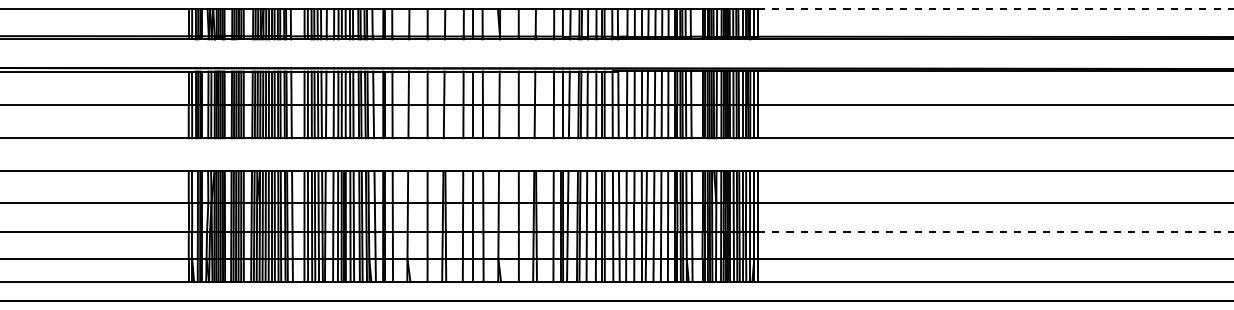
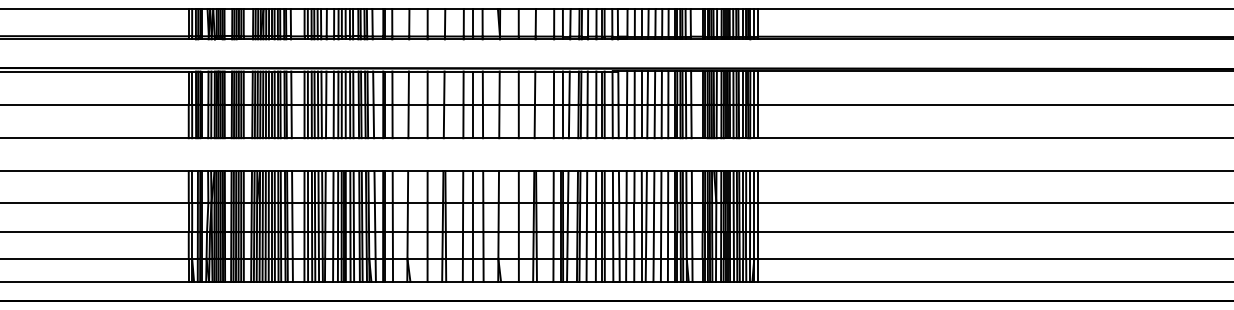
line at (995, 9): dashed -> solid
line at (995, 232): dashed -> solid
